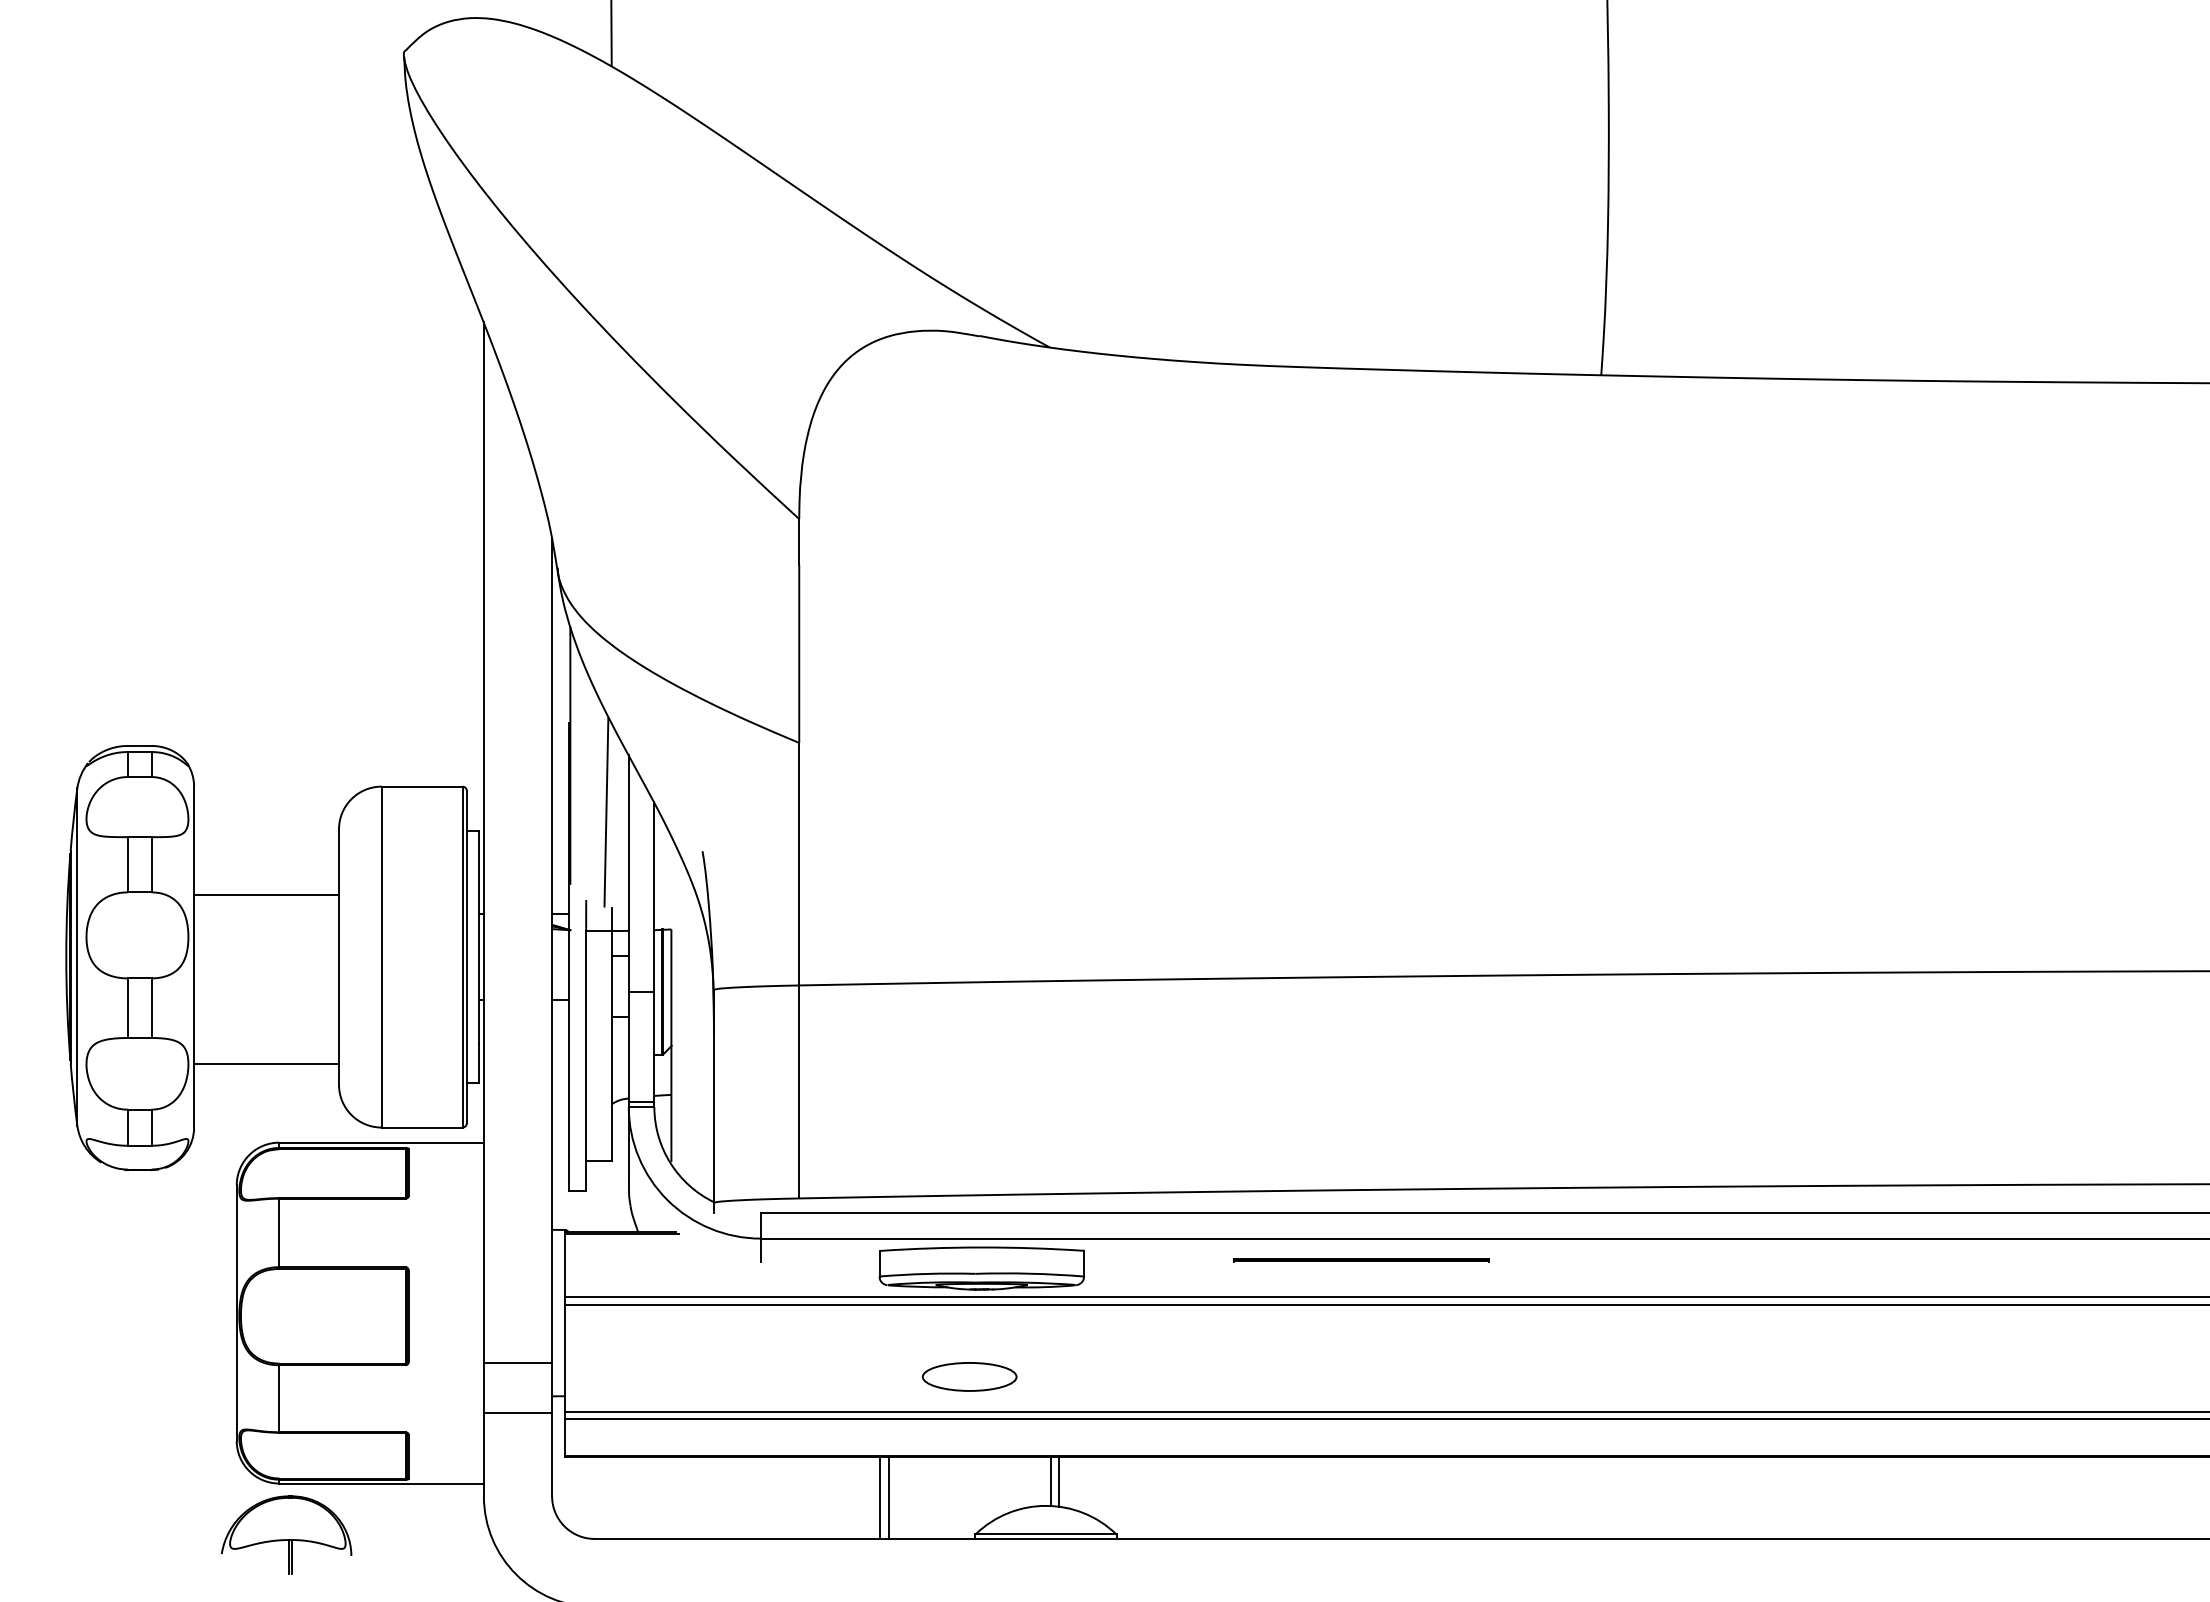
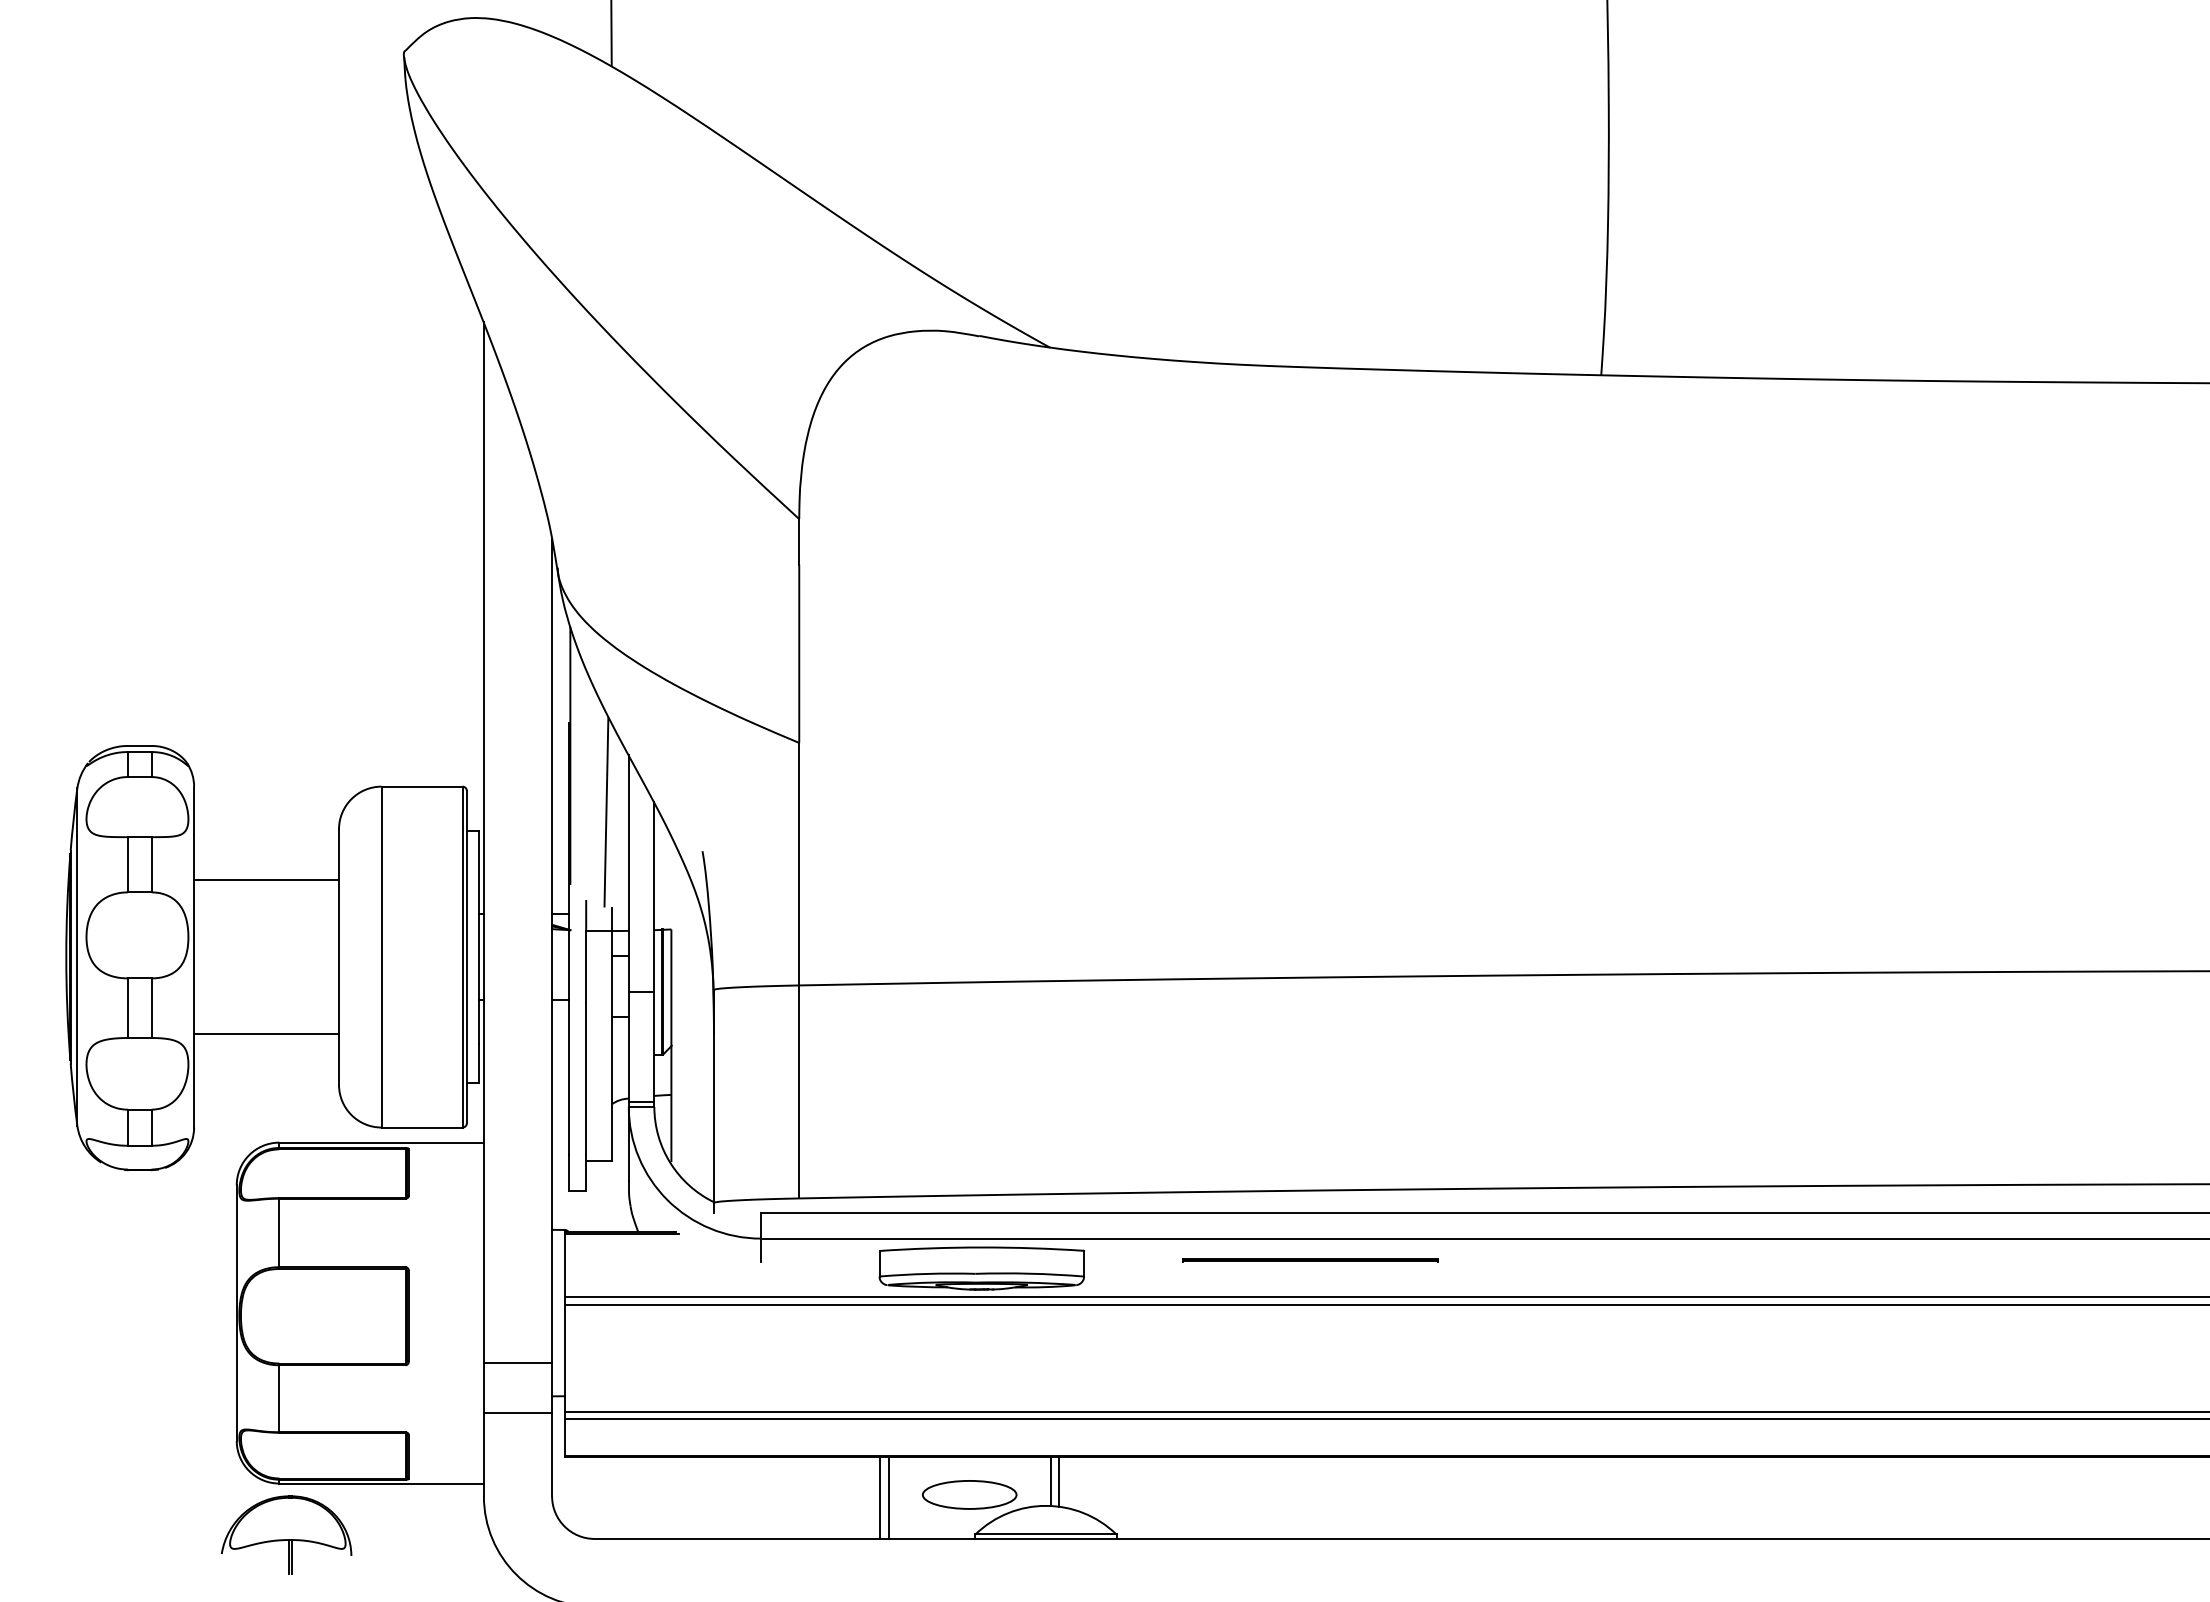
line at (266, 895) position: (266, 895) -> (266, 880)
line at (266, 1063) position: (266, 1063) -> (266, 1033)
line at (1361, 1260) position: (1361, 1260) -> (1310, 1260)
part at (969, 1376) position: (969, 1376) -> (969, 1494)
